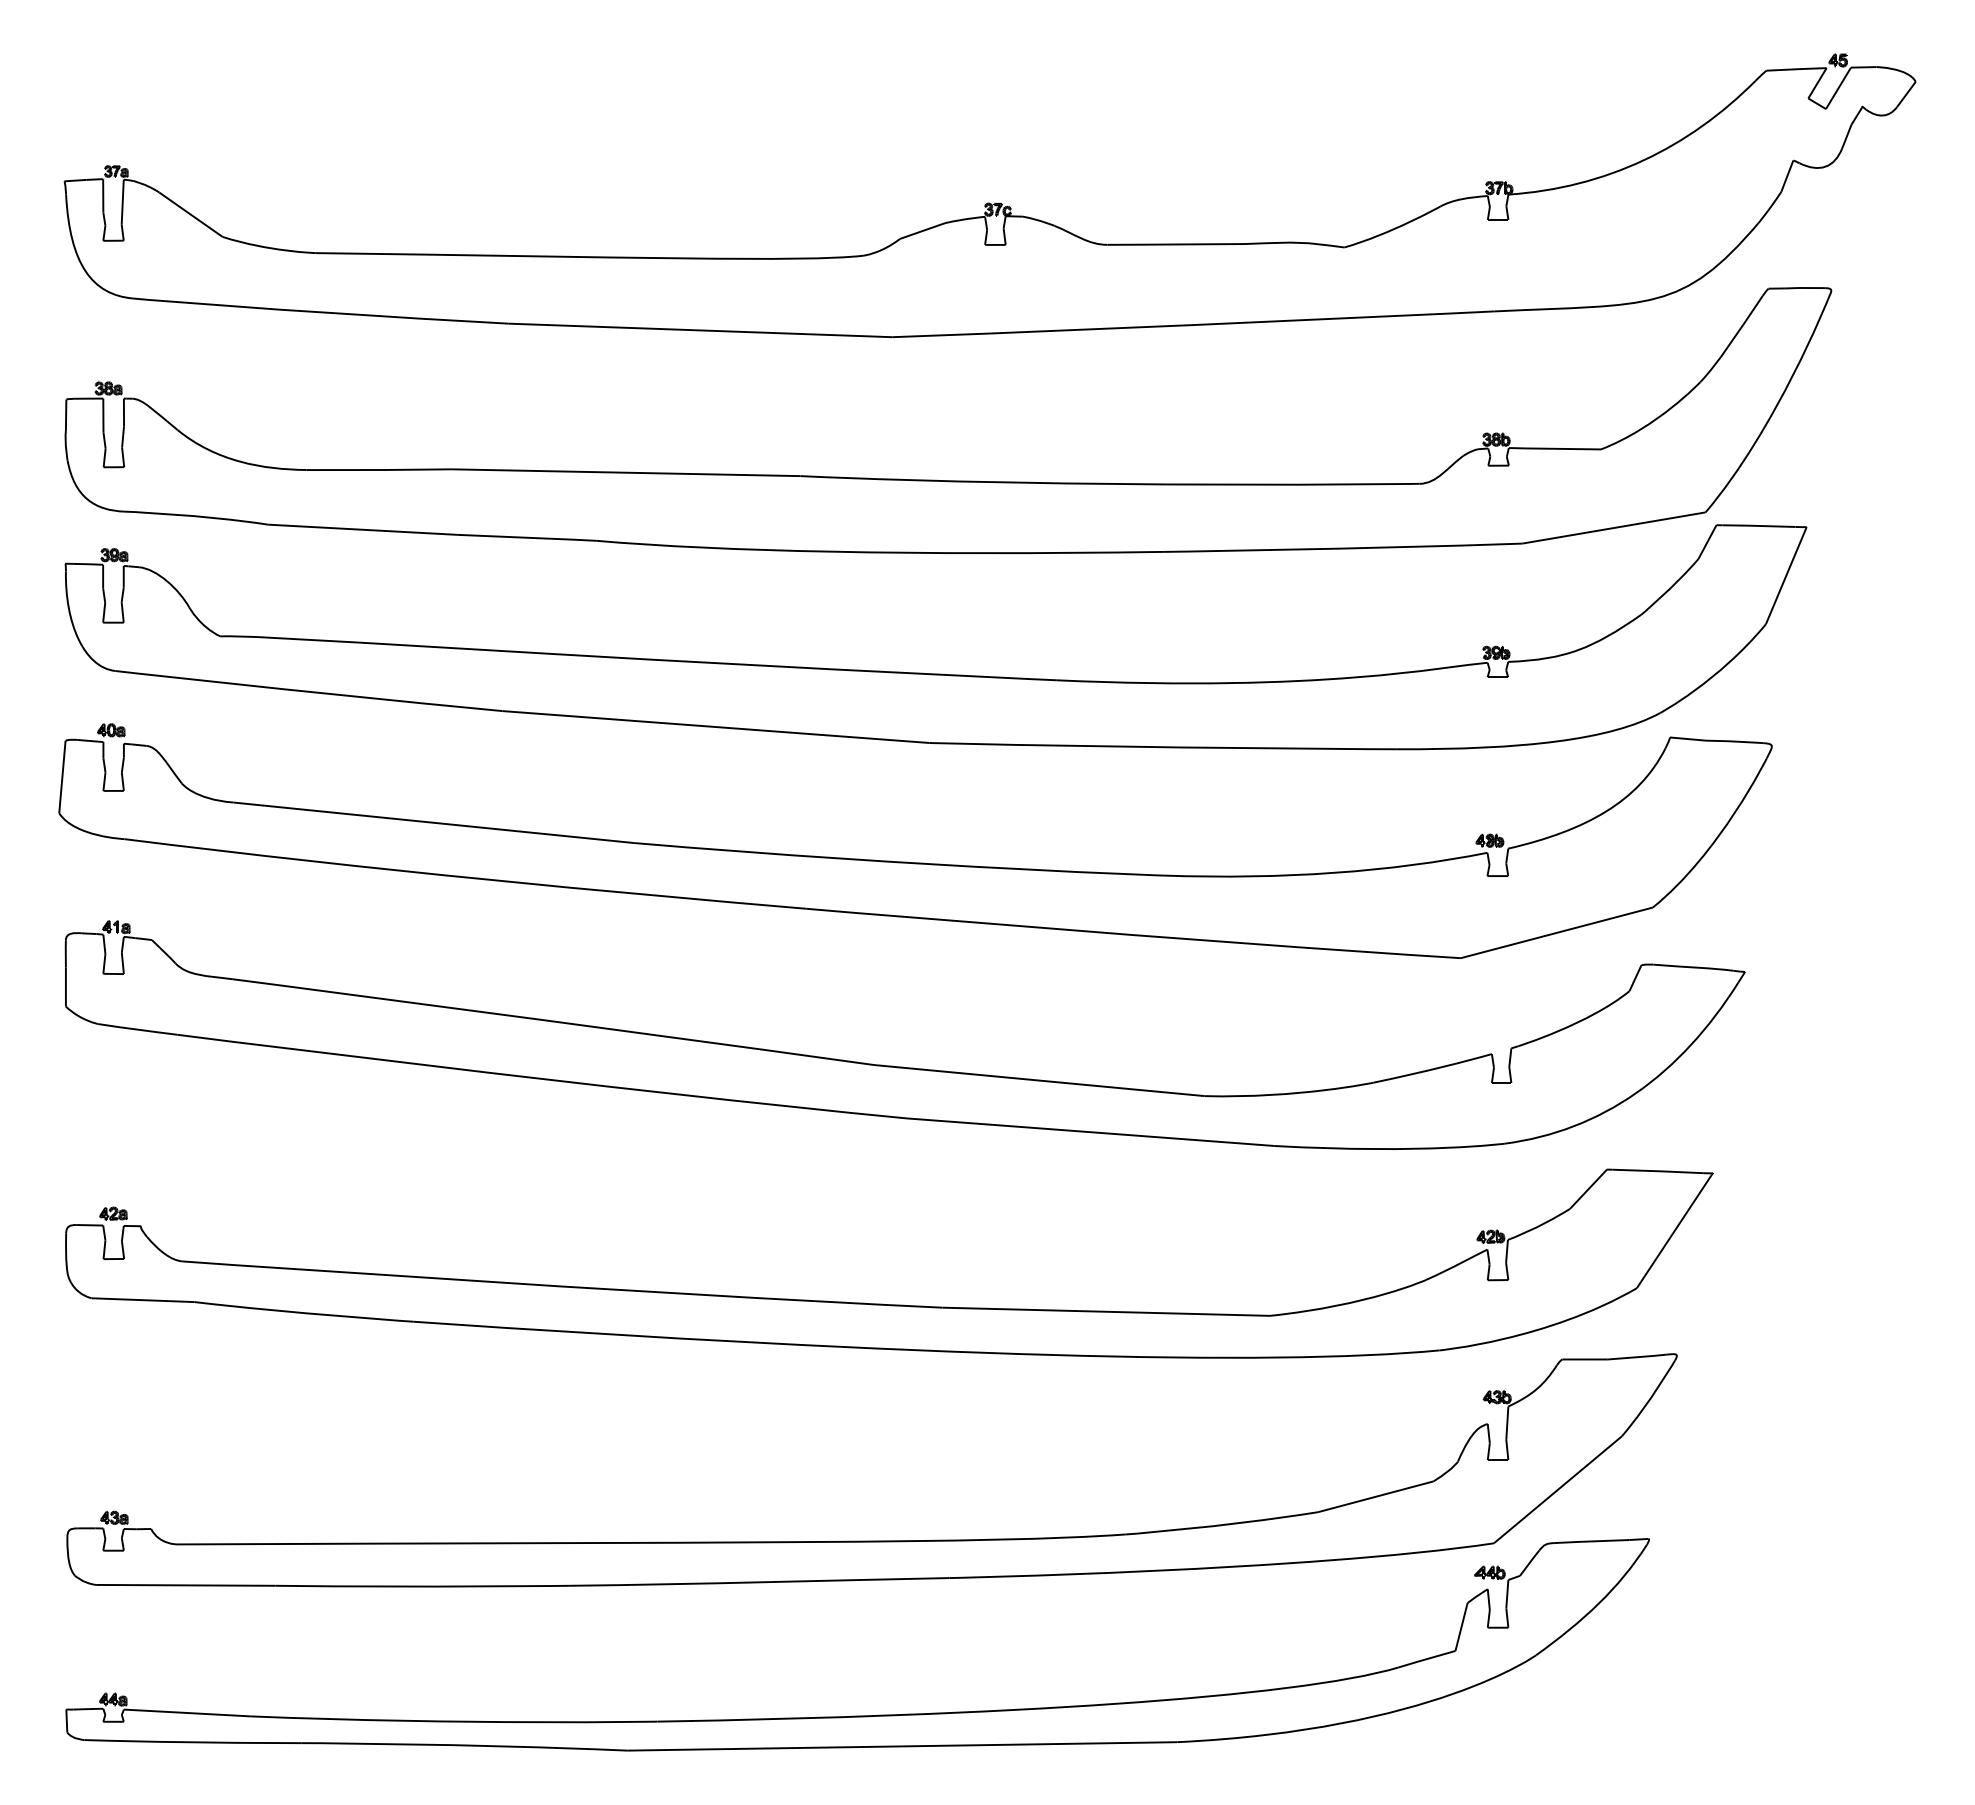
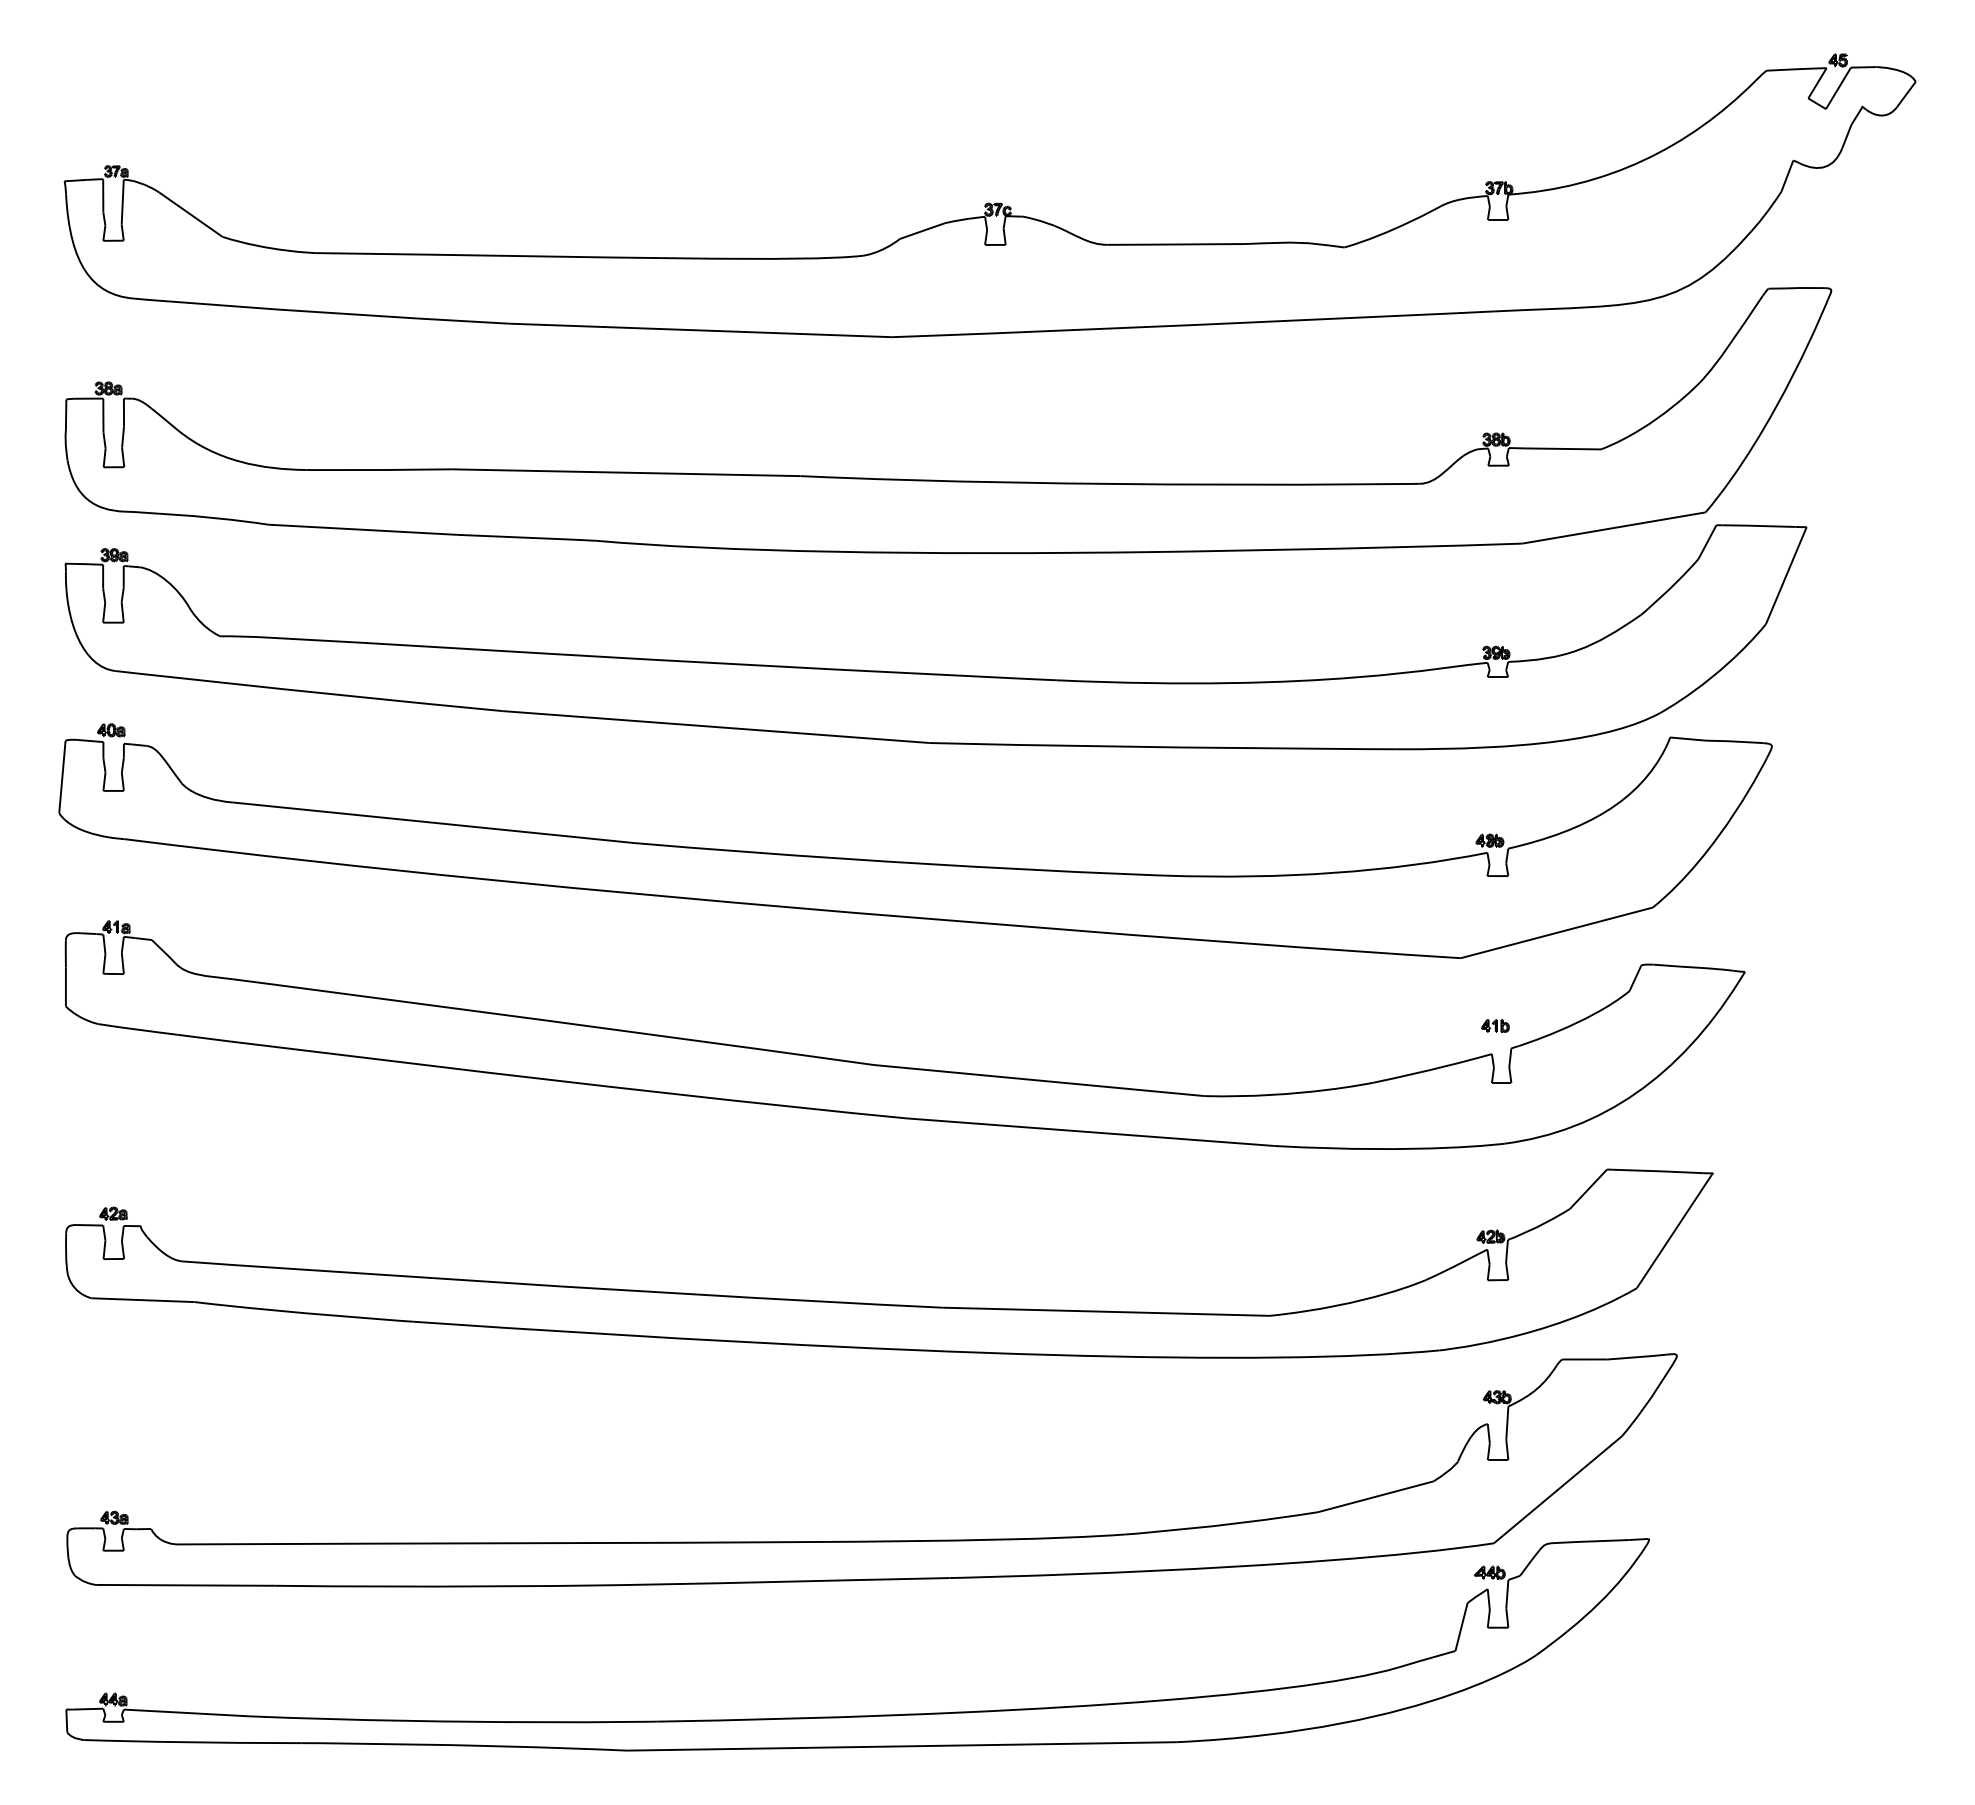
part at (1495, 1025): none -> present
